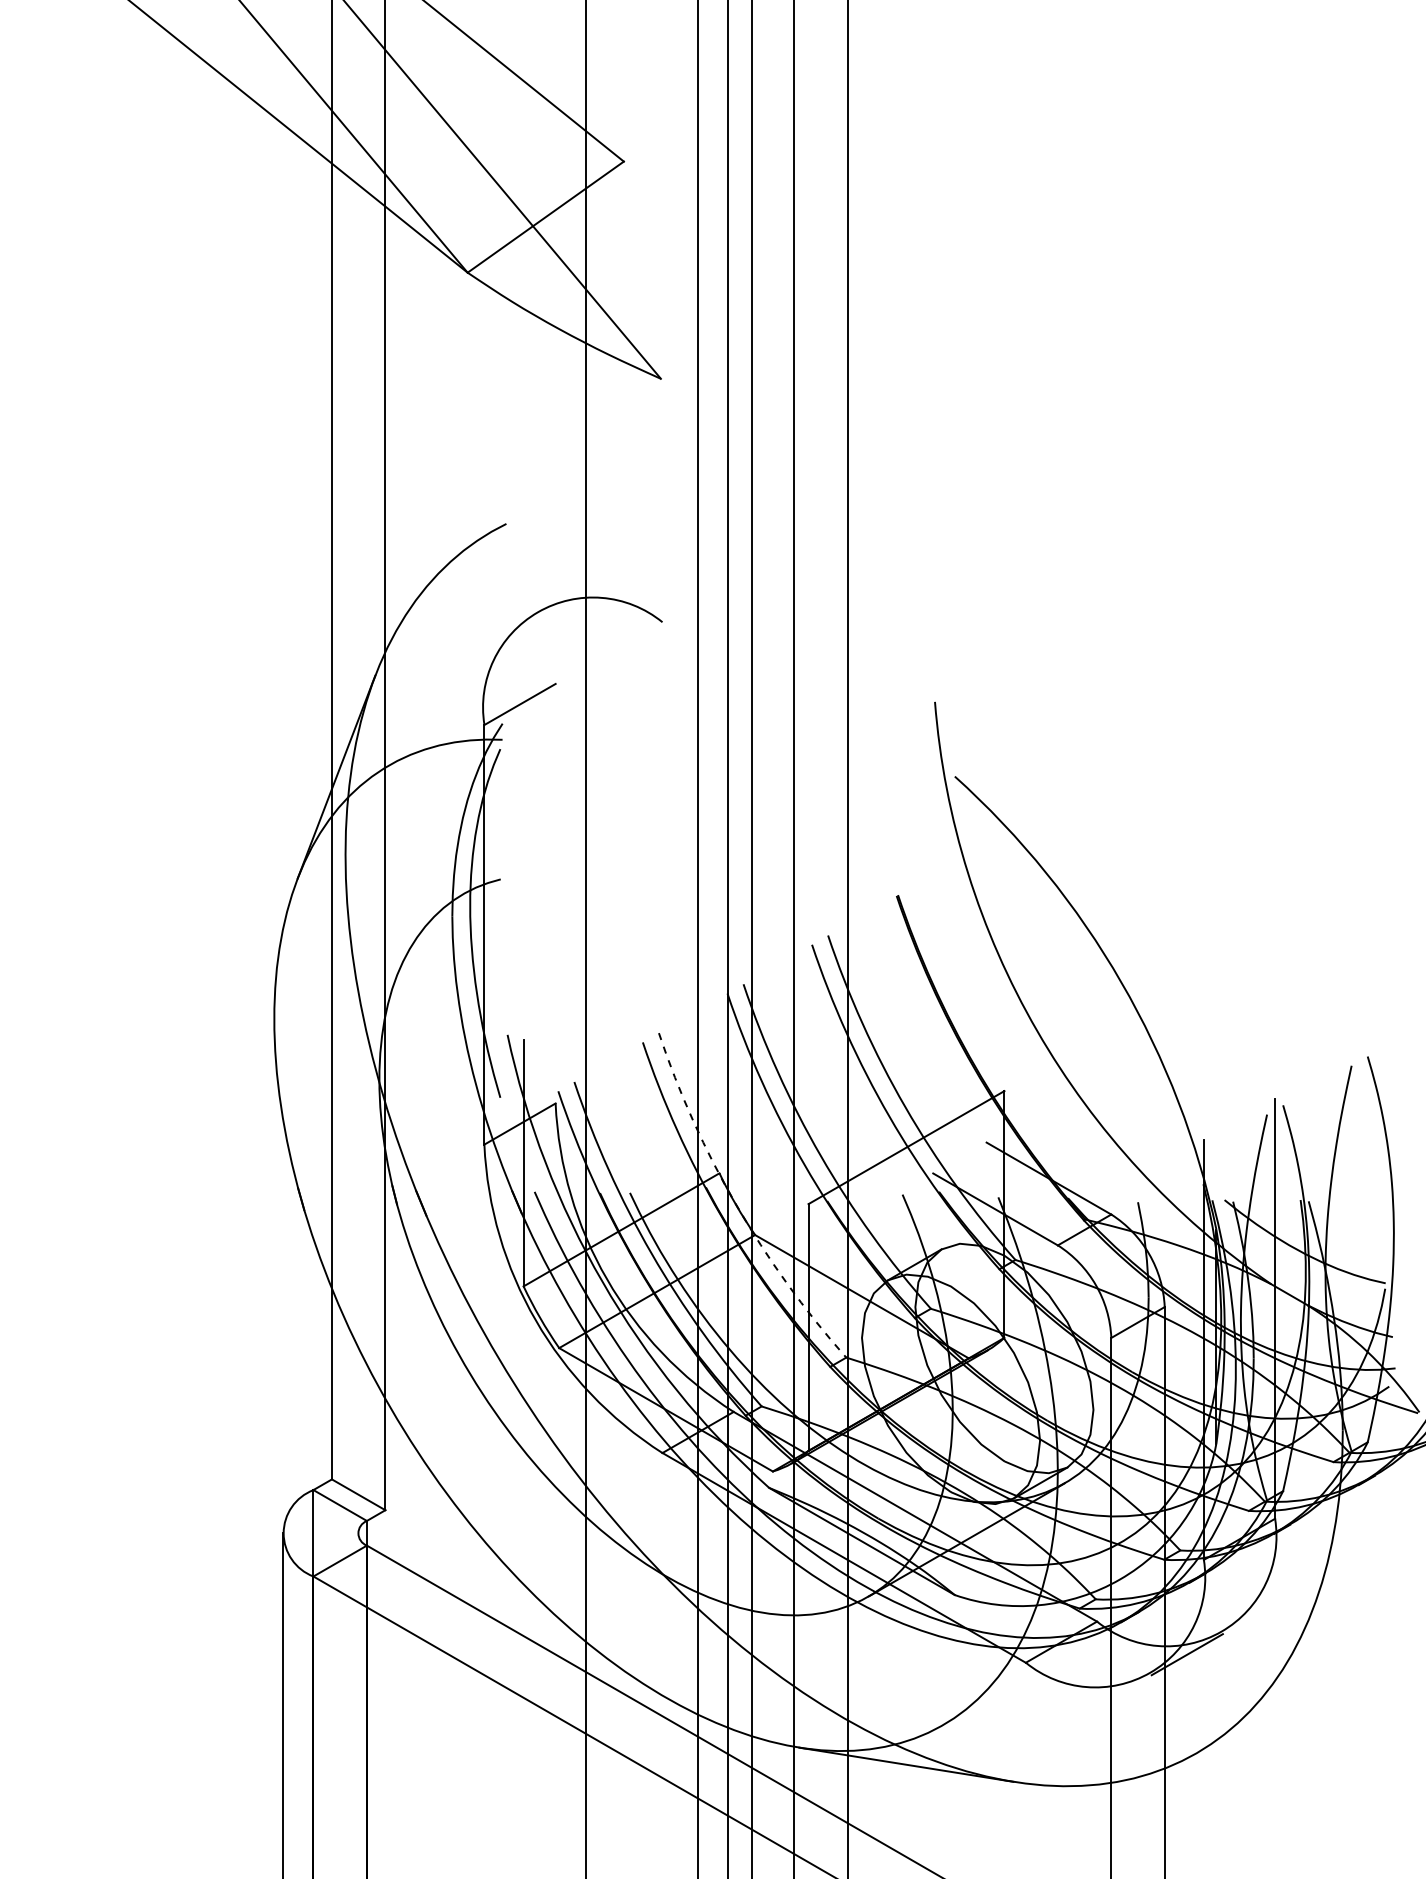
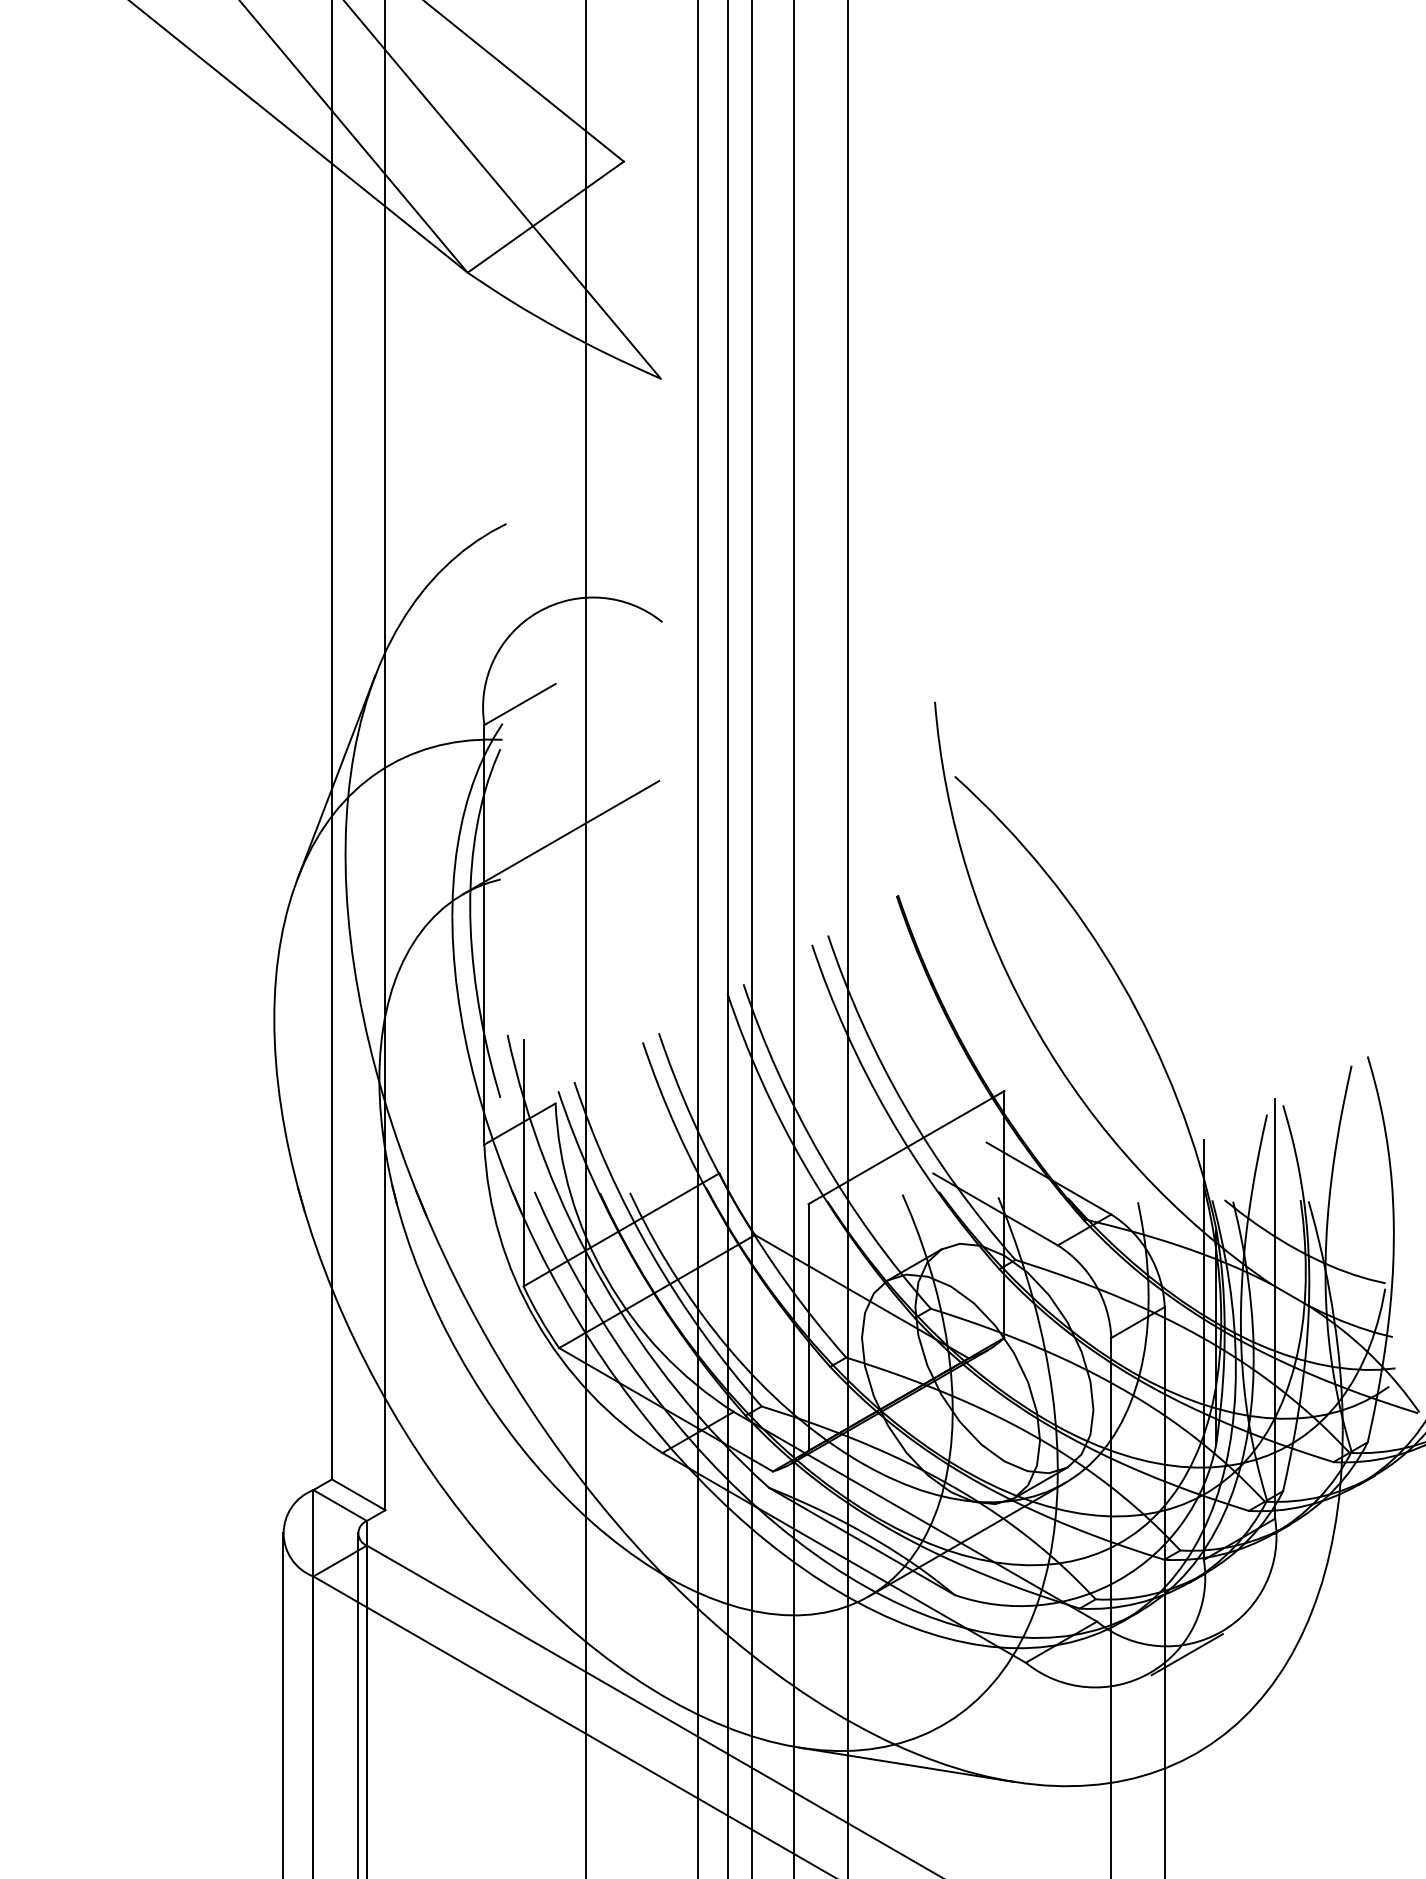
line at (561, 837): none -> present
arc at (736, 1204): dashed -> solid
line at (358, 1704): none -> present
